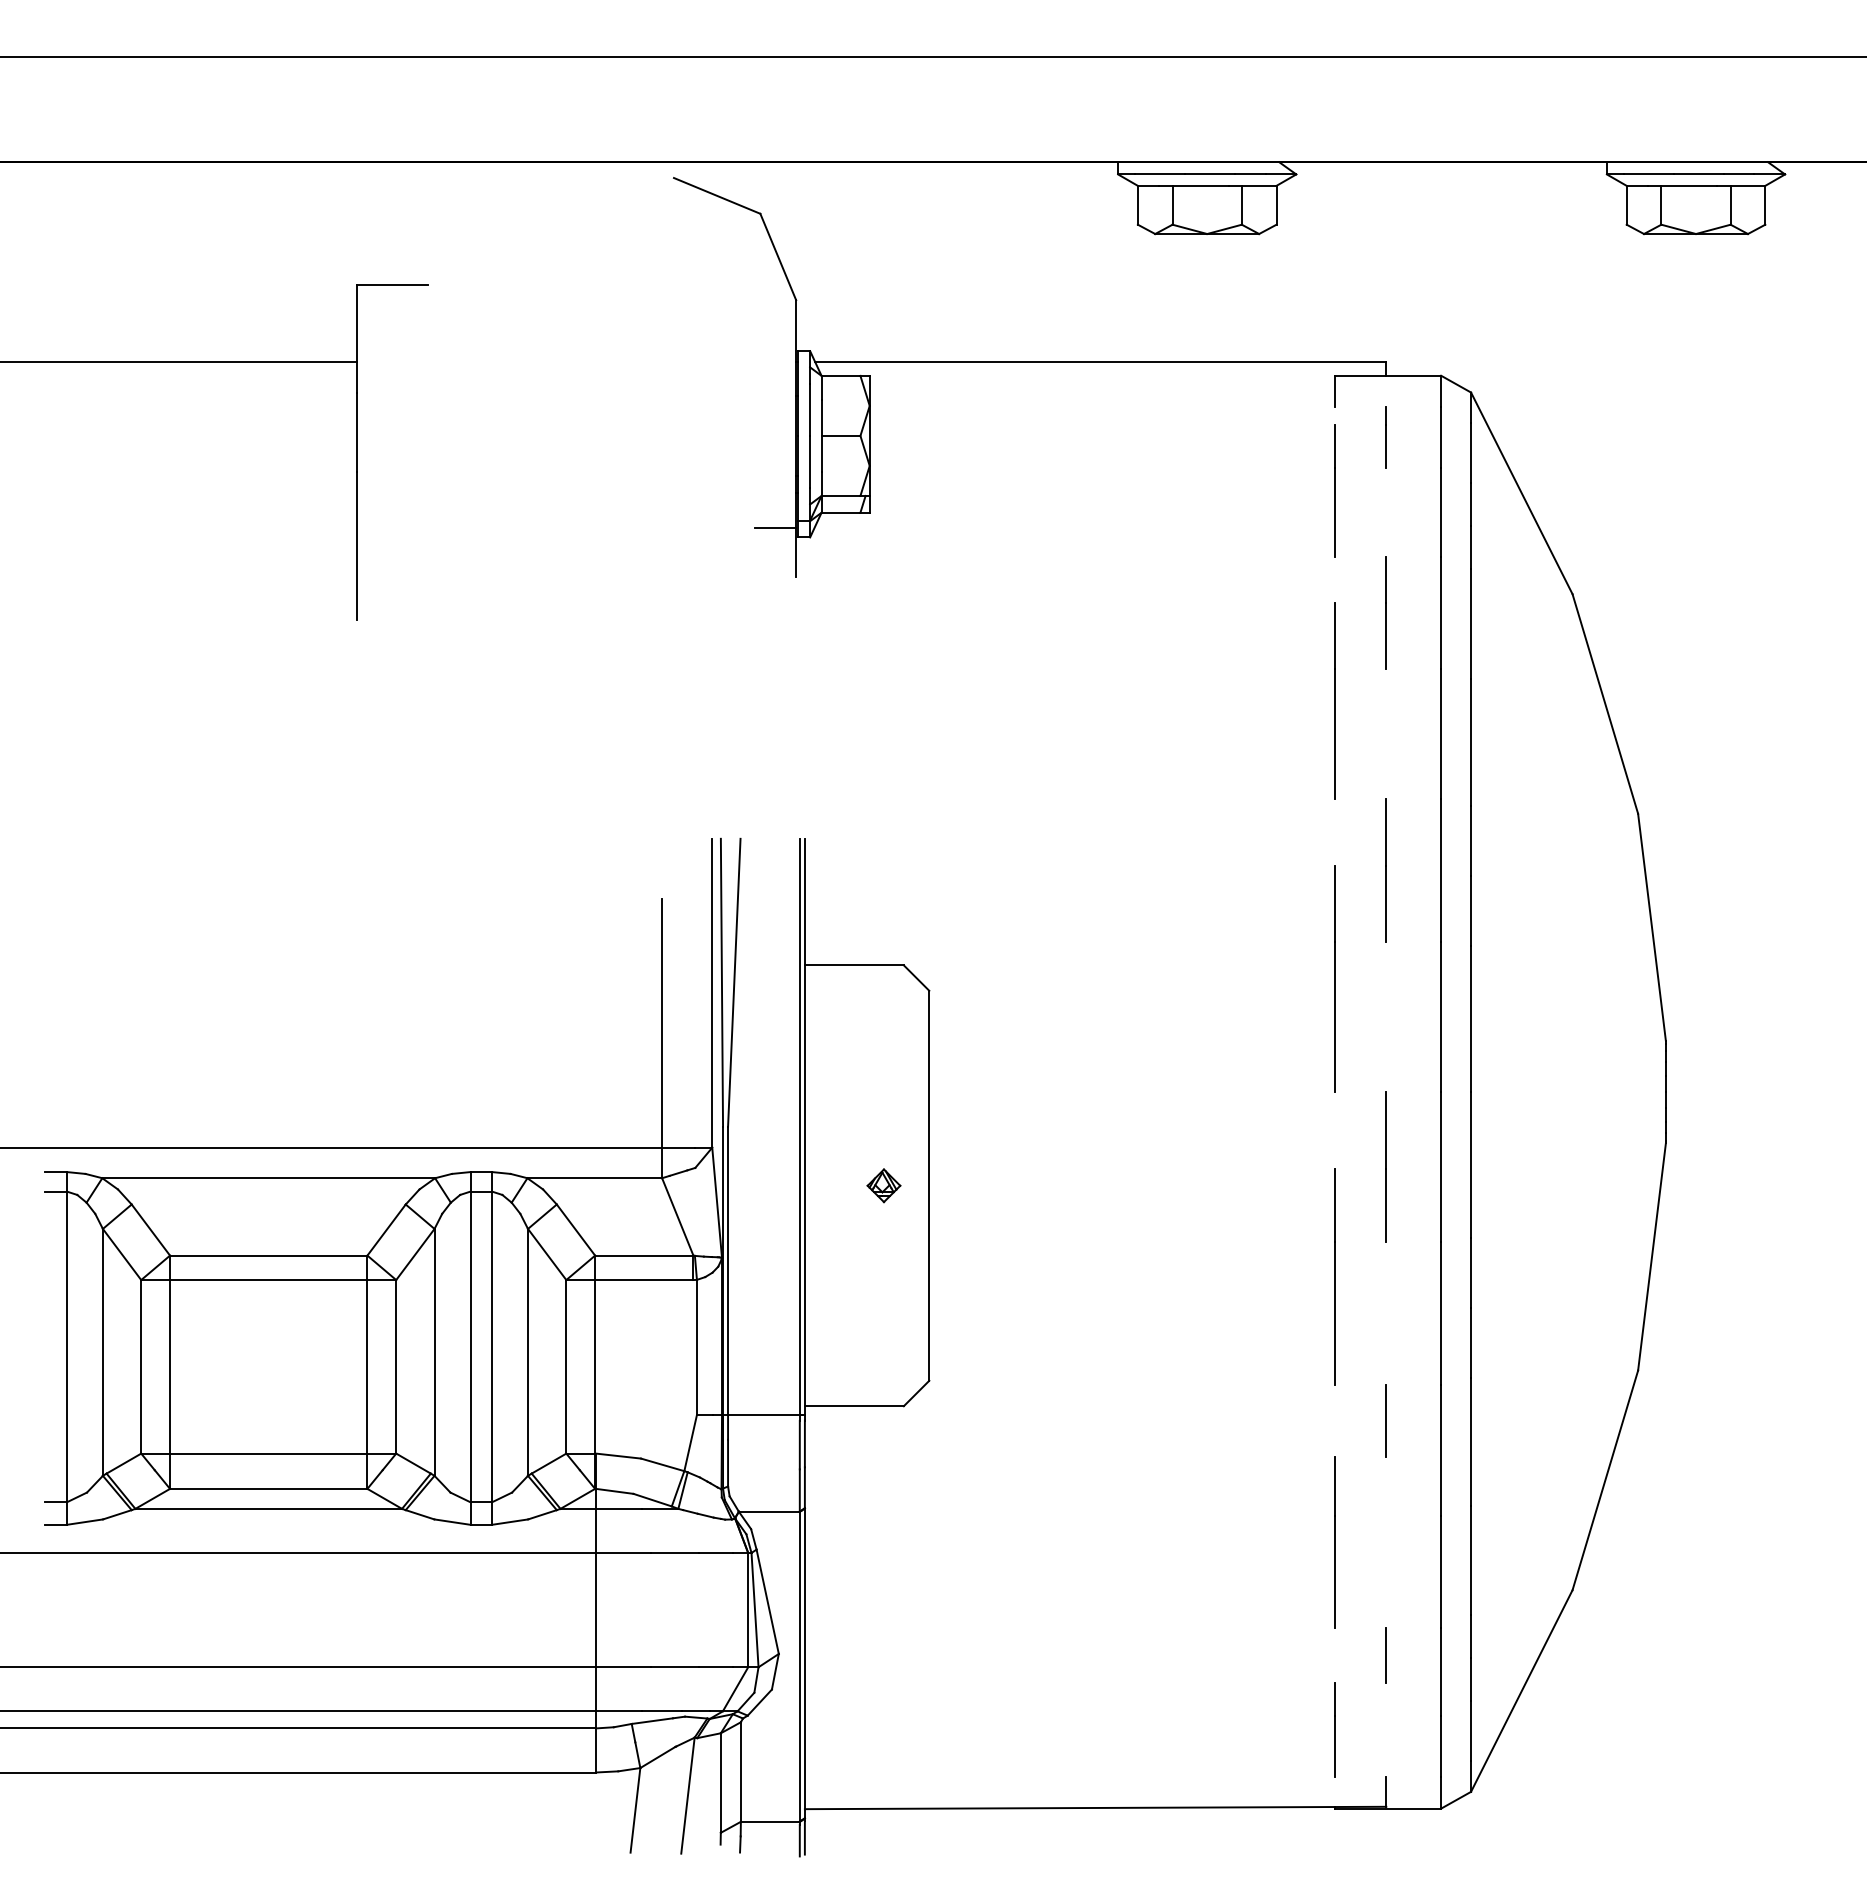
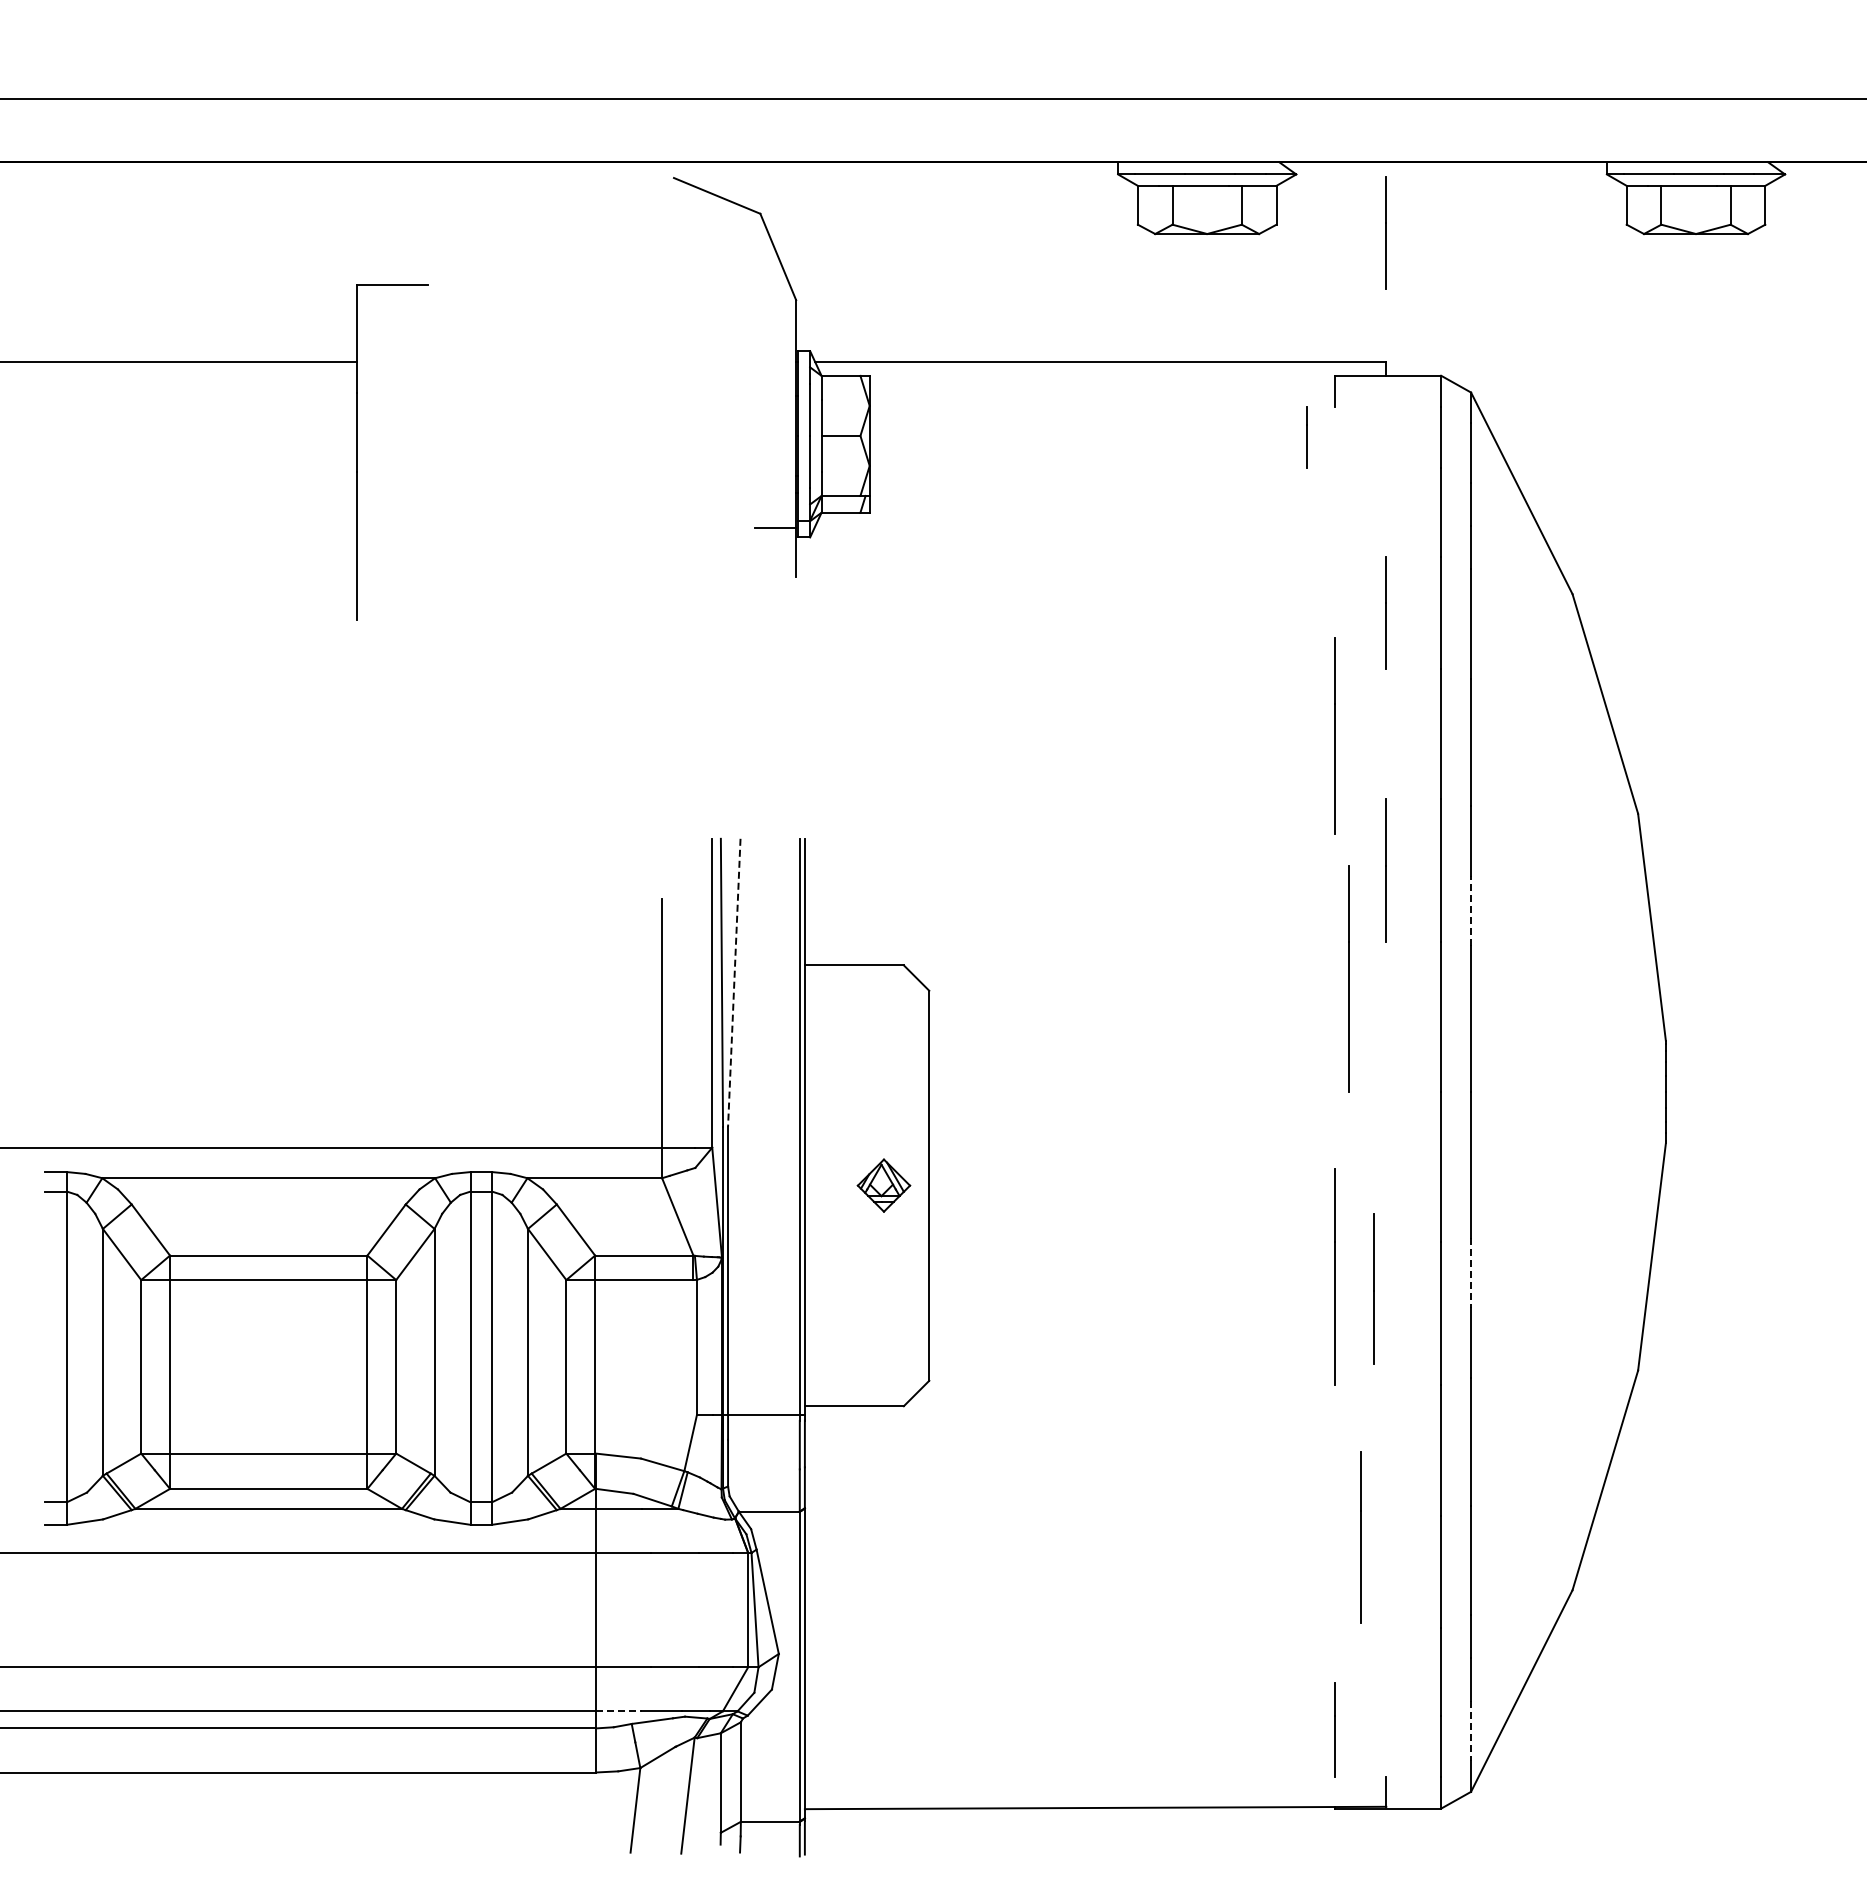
line at (932, 56) position: (932, 56) -> (932, 98)
line at (1385, 232): none -> present
line at (1385, 437) position: (1385, 437) -> (1306, 437)
line at (1334, 490): present -> none
line at (1334, 700) position: (1334, 700) -> (1334, 735)
line at (1471, 910): solid -> dashed
line at (1334, 978) position: (1334, 978) -> (1348, 978)
line at (734, 983): solid -> dashed
line at (1385, 1166) position: (1385, 1166) -> (1373, 1288)
part at (883, 1185) size: 36x36 px -> 56x55 px
line at (1471, 1273): solid -> dashed
line at (1386, 1421): present -> none
line at (1334, 1542) position: (1334, 1542) -> (1360, 1537)
line at (1386, 1655): present -> none
line at (619, 1711): solid -> dashed
line at (1471, 1731): solid -> dashed
